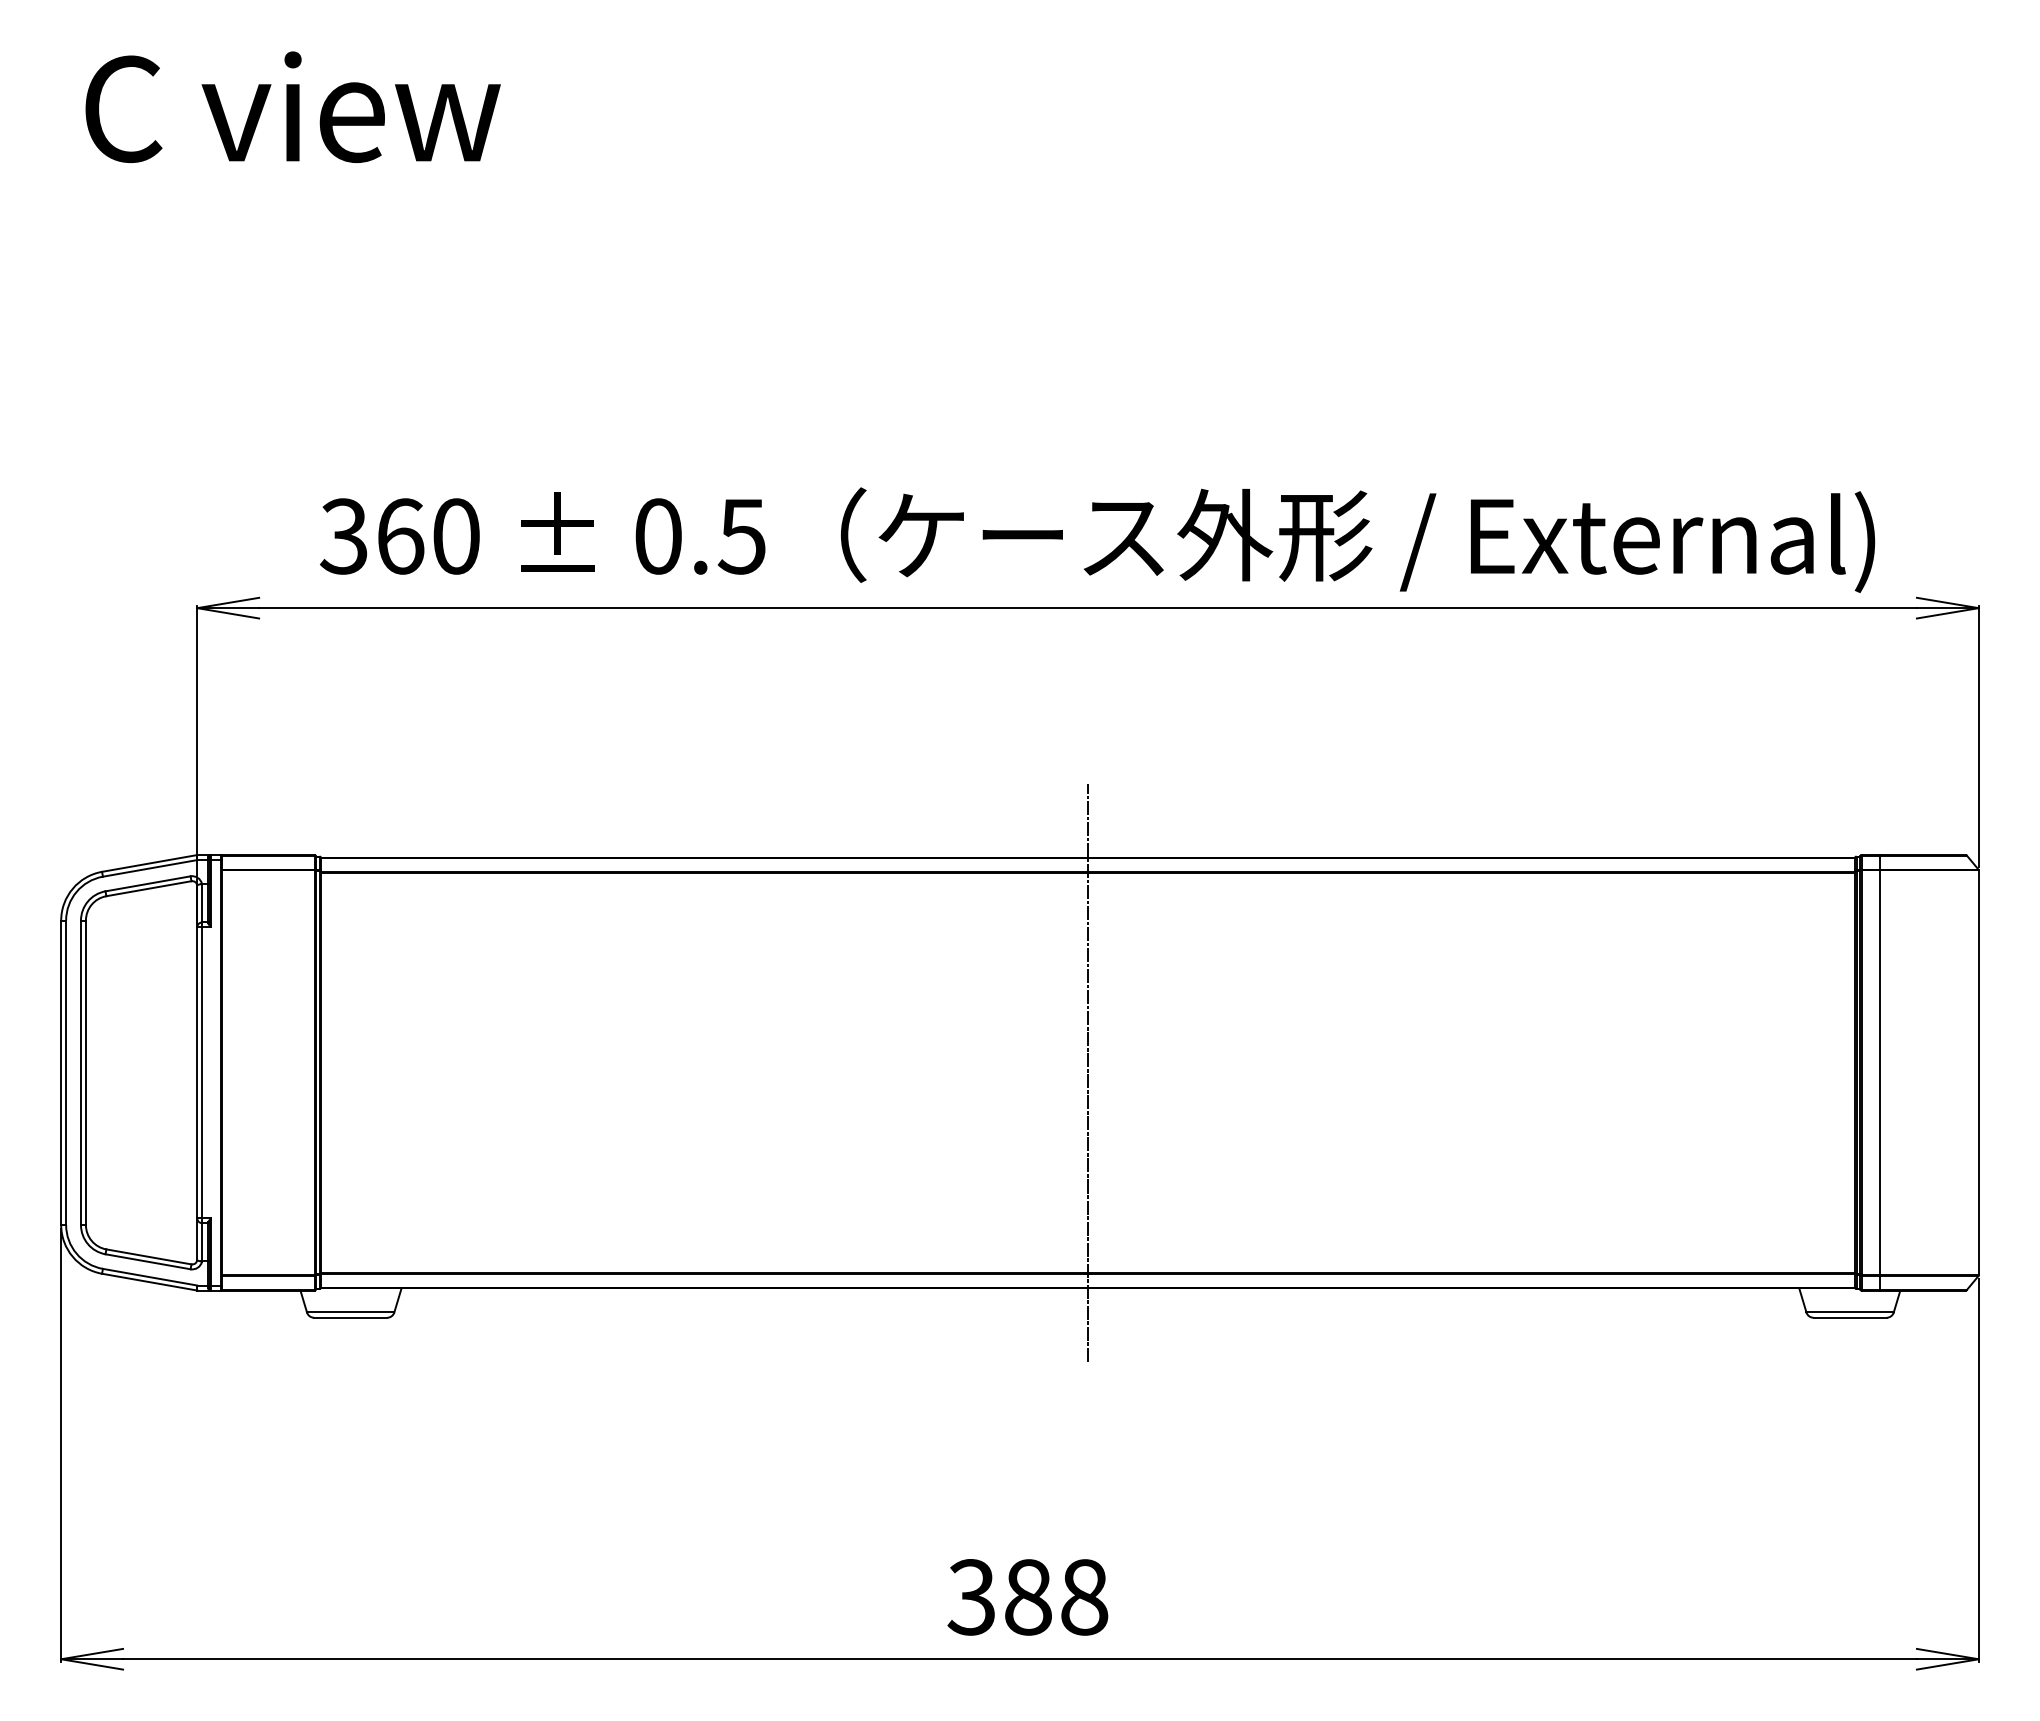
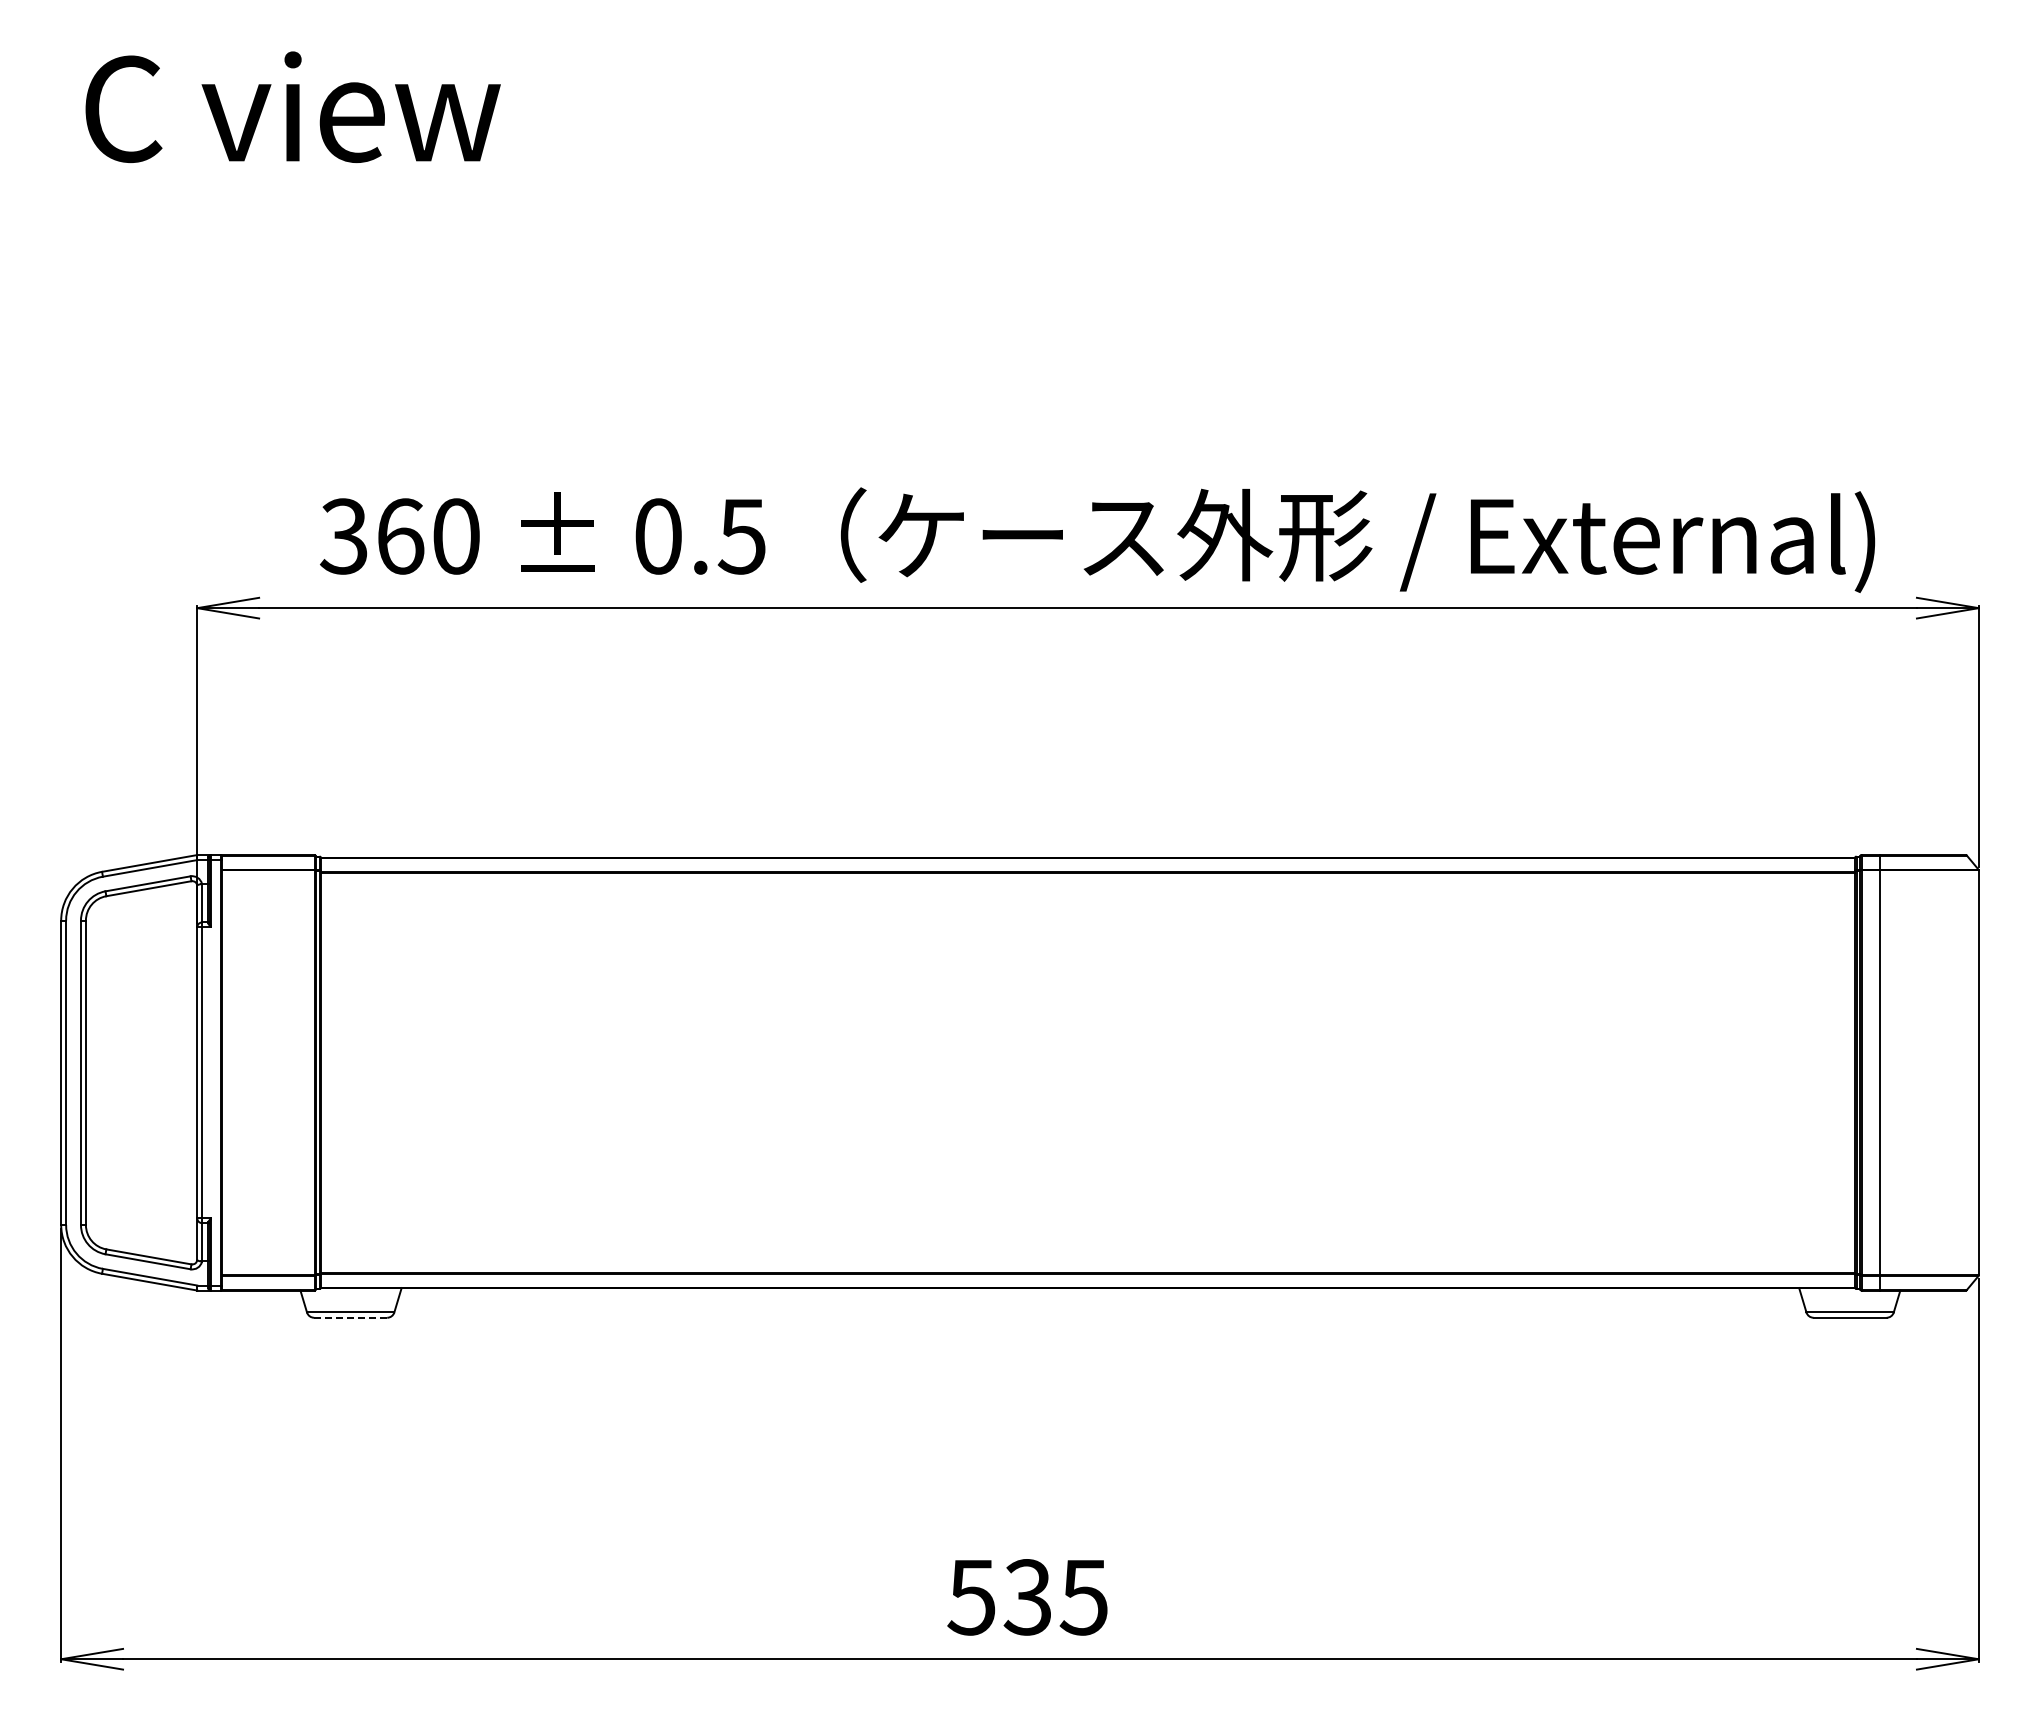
line at (1088, 1072): present -> none
line at (350, 1317): solid -> dashed
text at (1027, 1597): 388 -> 535
